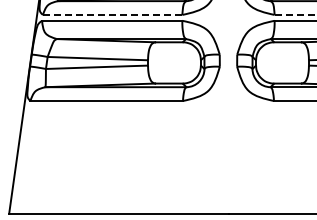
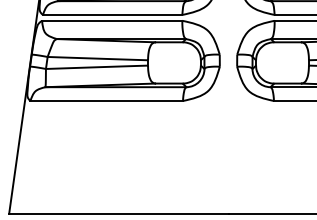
line at (112, 14): dashed -> solid
line at (295, 14): dashed -> solid
